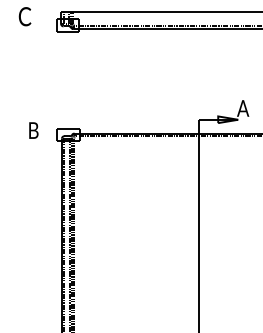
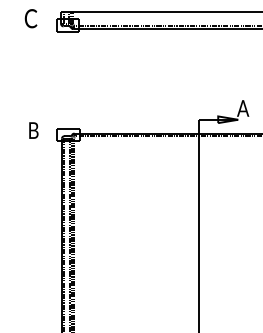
text at (24, 16) position: (24, 16) -> (30, 18)
